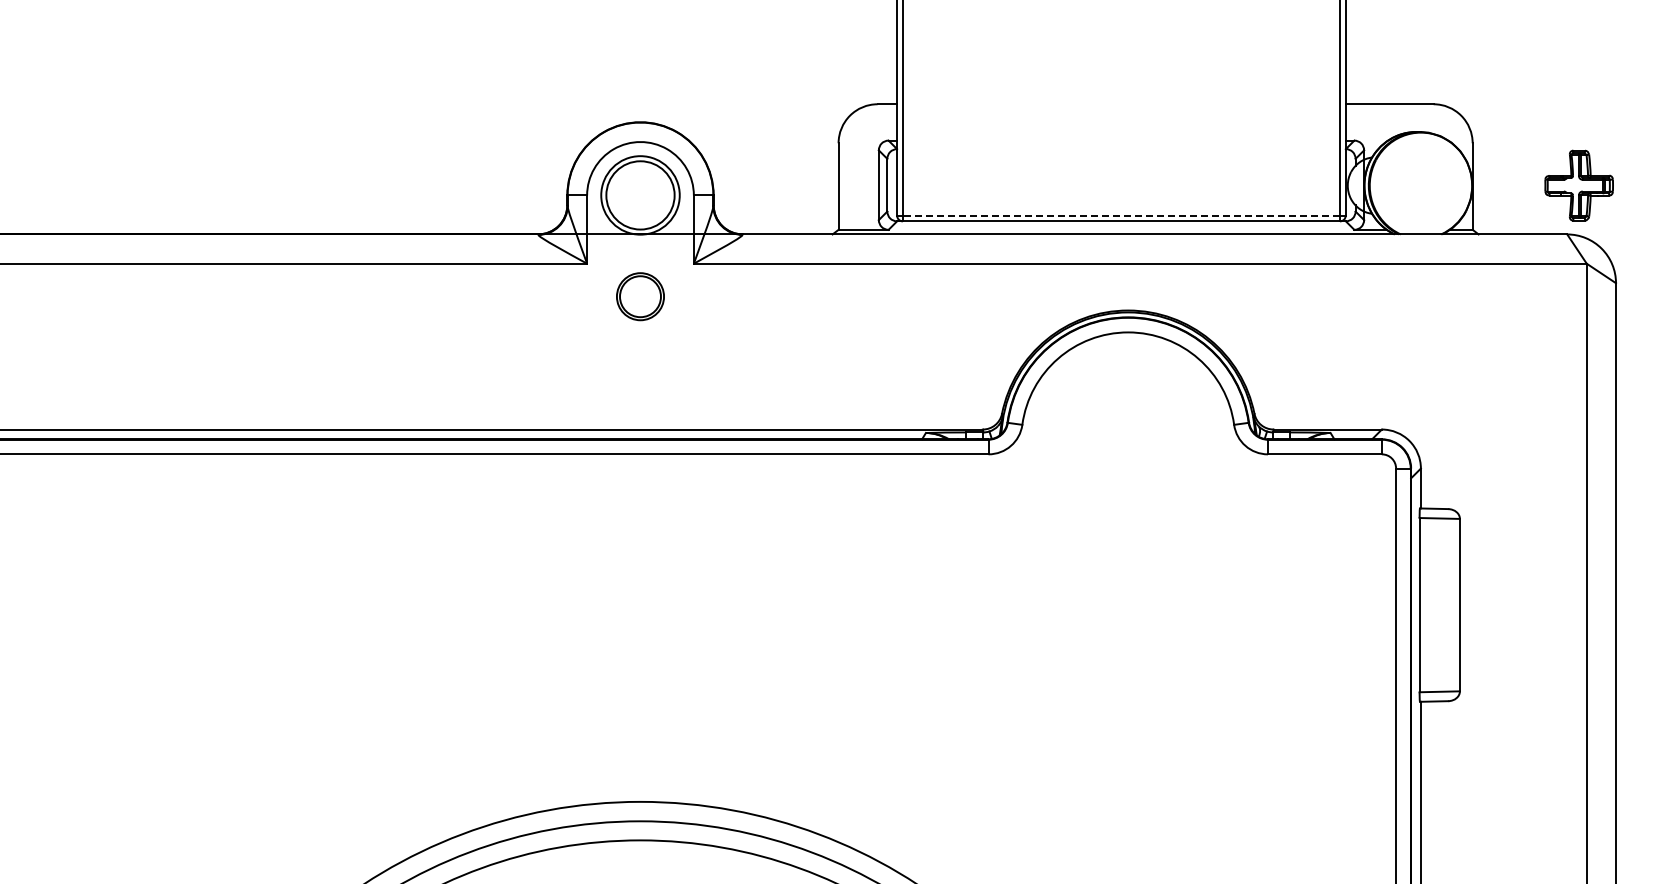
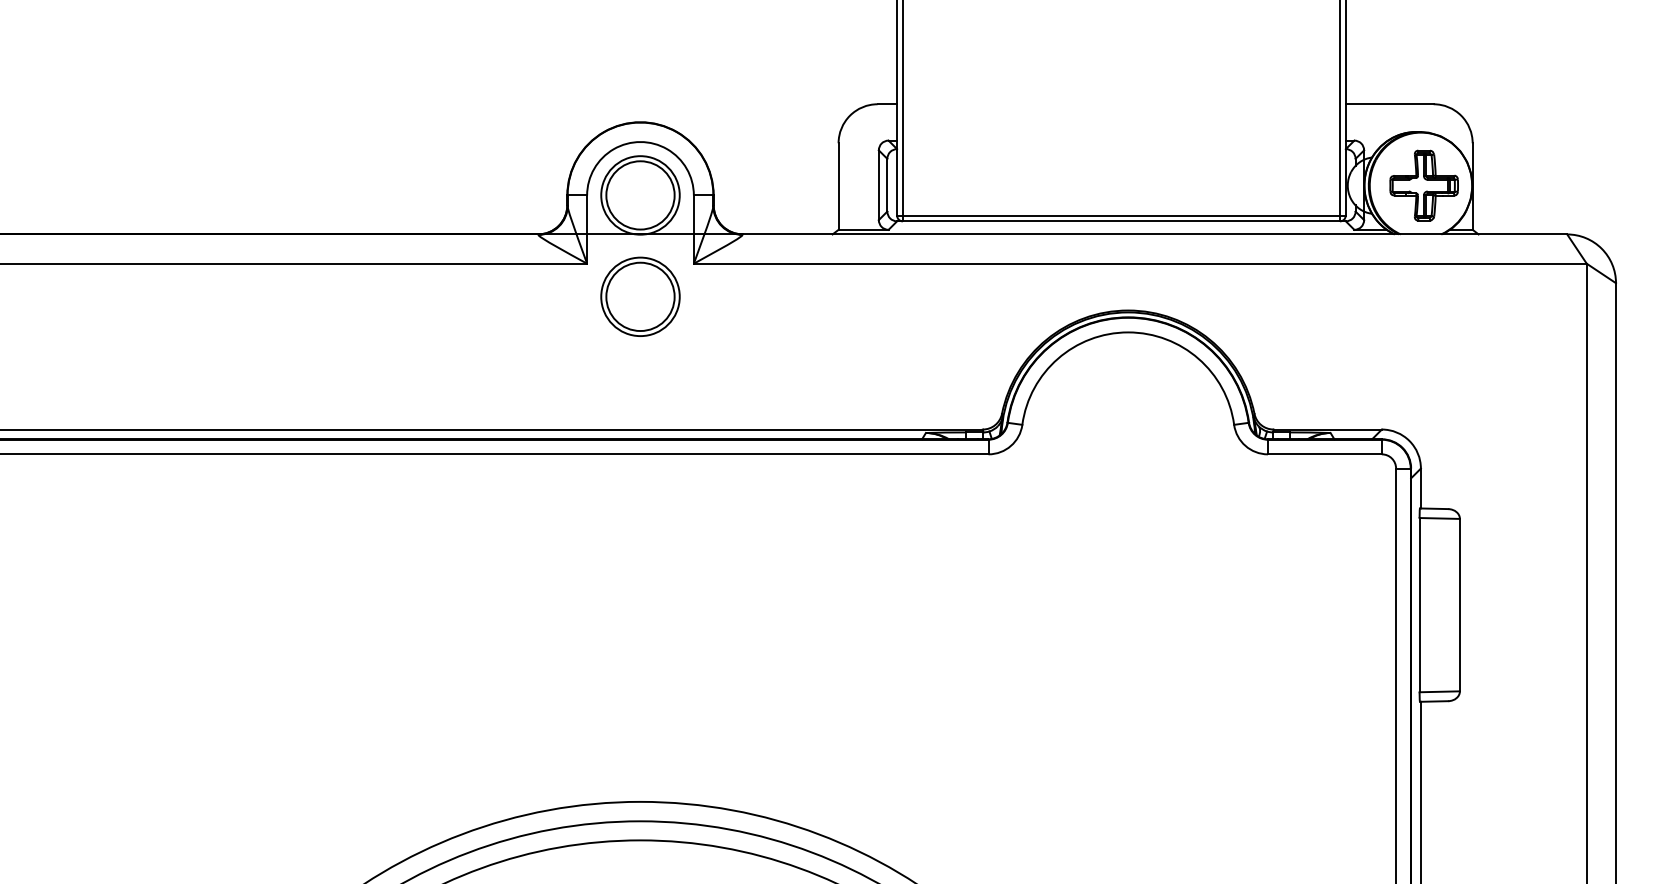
part at (1578, 185) position: (1578, 185) -> (1423, 185)
line at (1121, 215): dashed -> solid
part at (640, 296) size: 49x50 px -> 81x81 px
